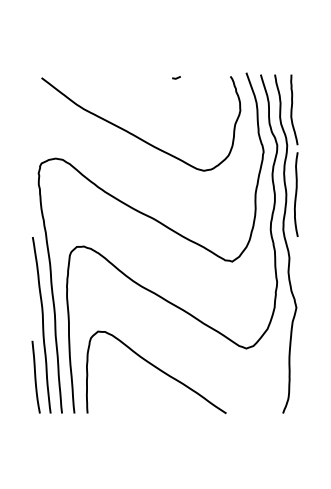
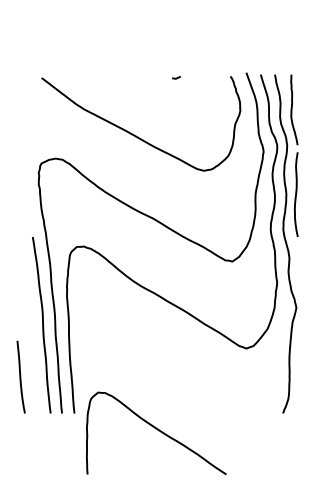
curve at (157, 369) position: (157, 369) -> (157, 430)
curve at (35, 376) position: (35, 376) -> (20, 376)
